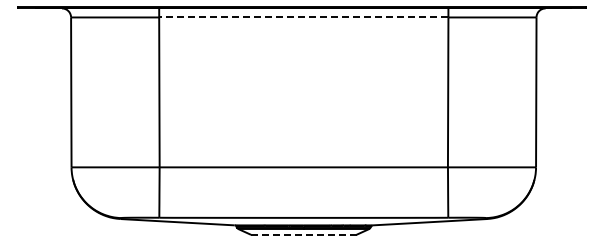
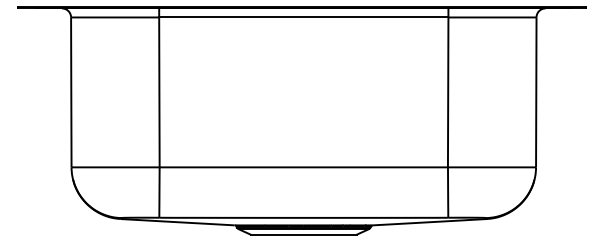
line at (303, 17): dashed -> solid
line at (303, 234): dashed -> solid
